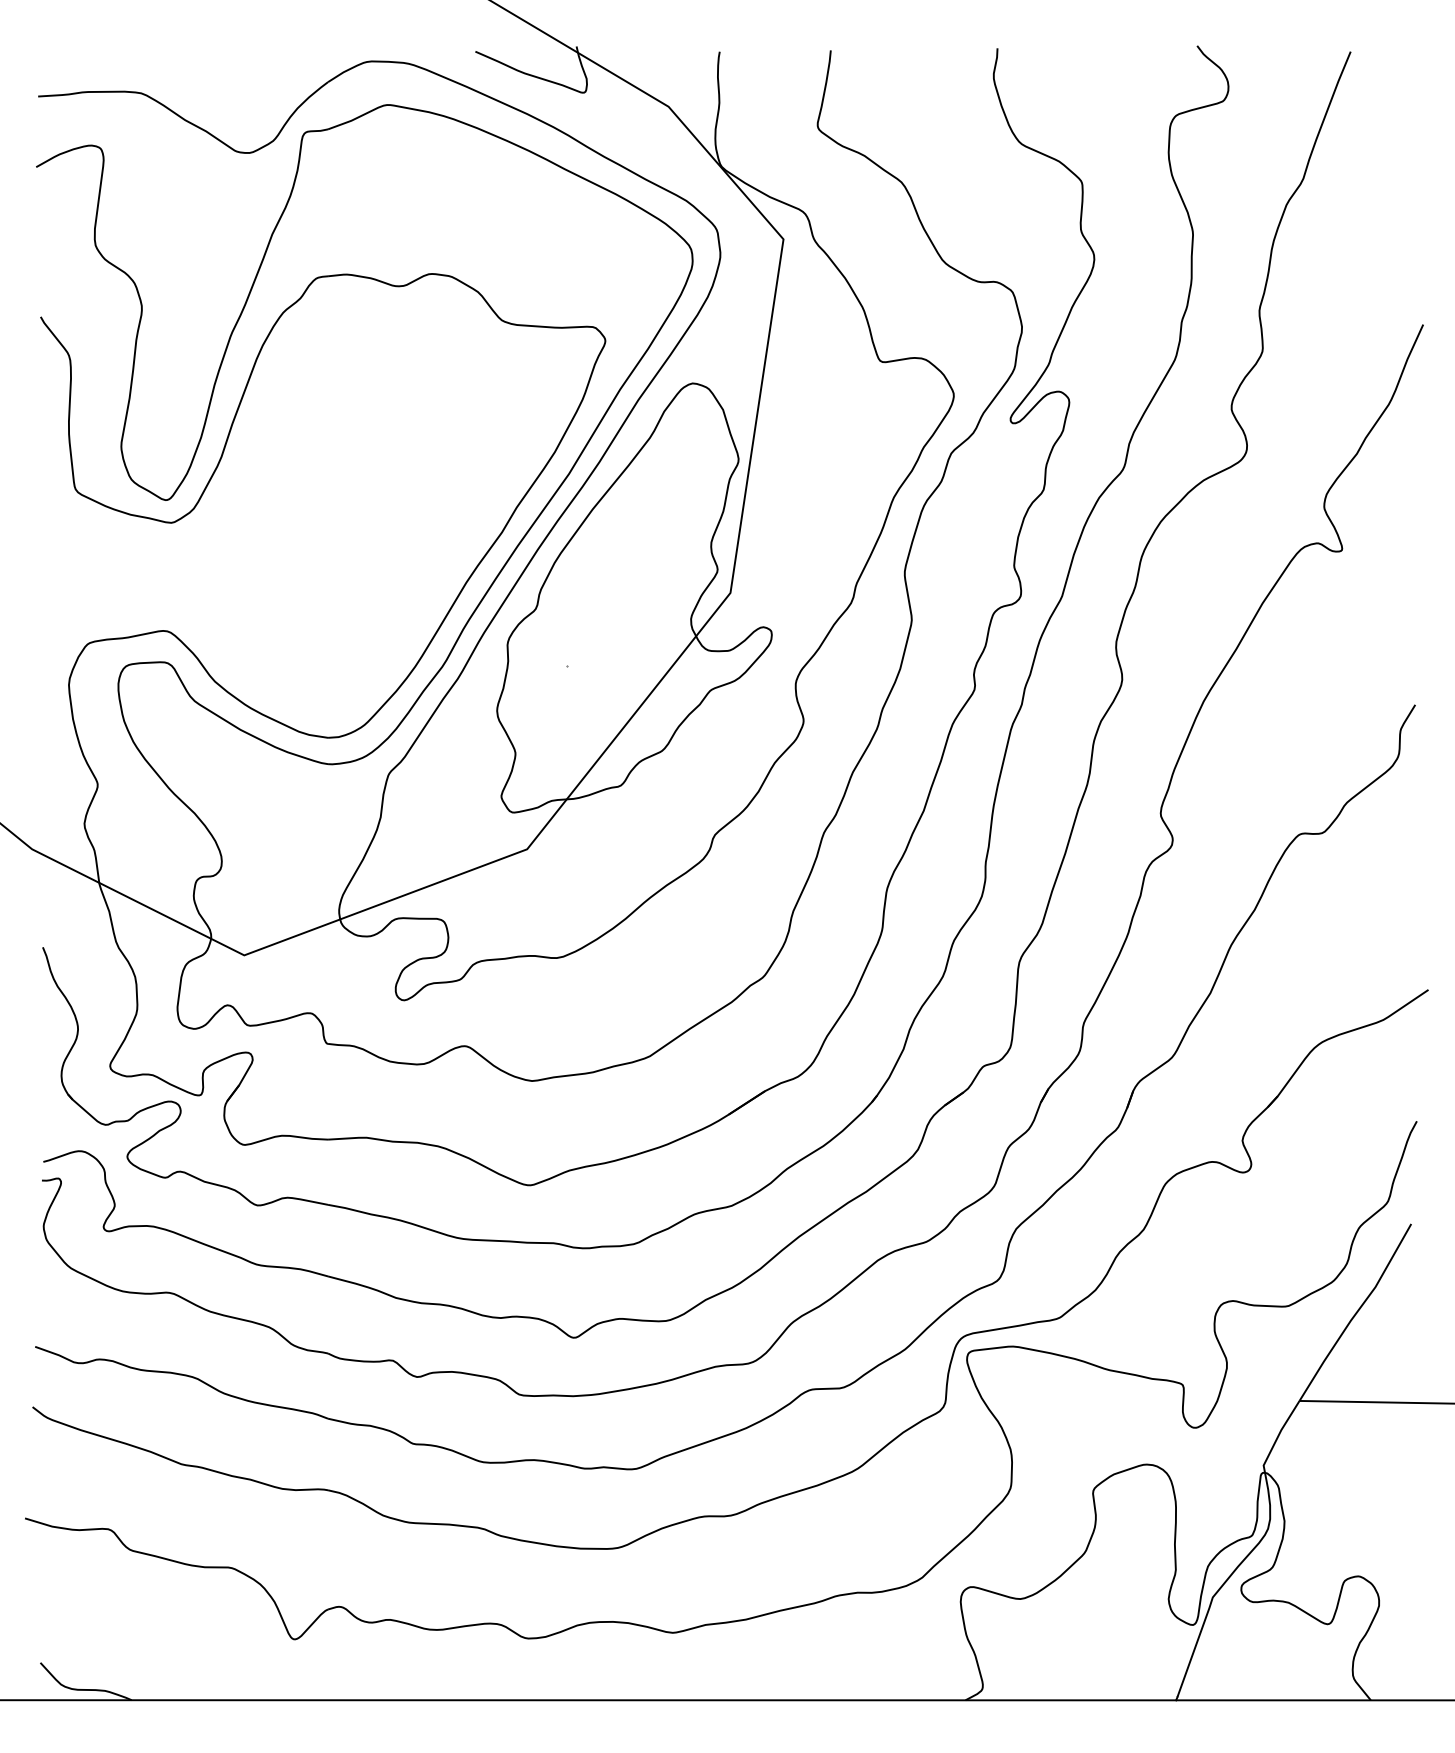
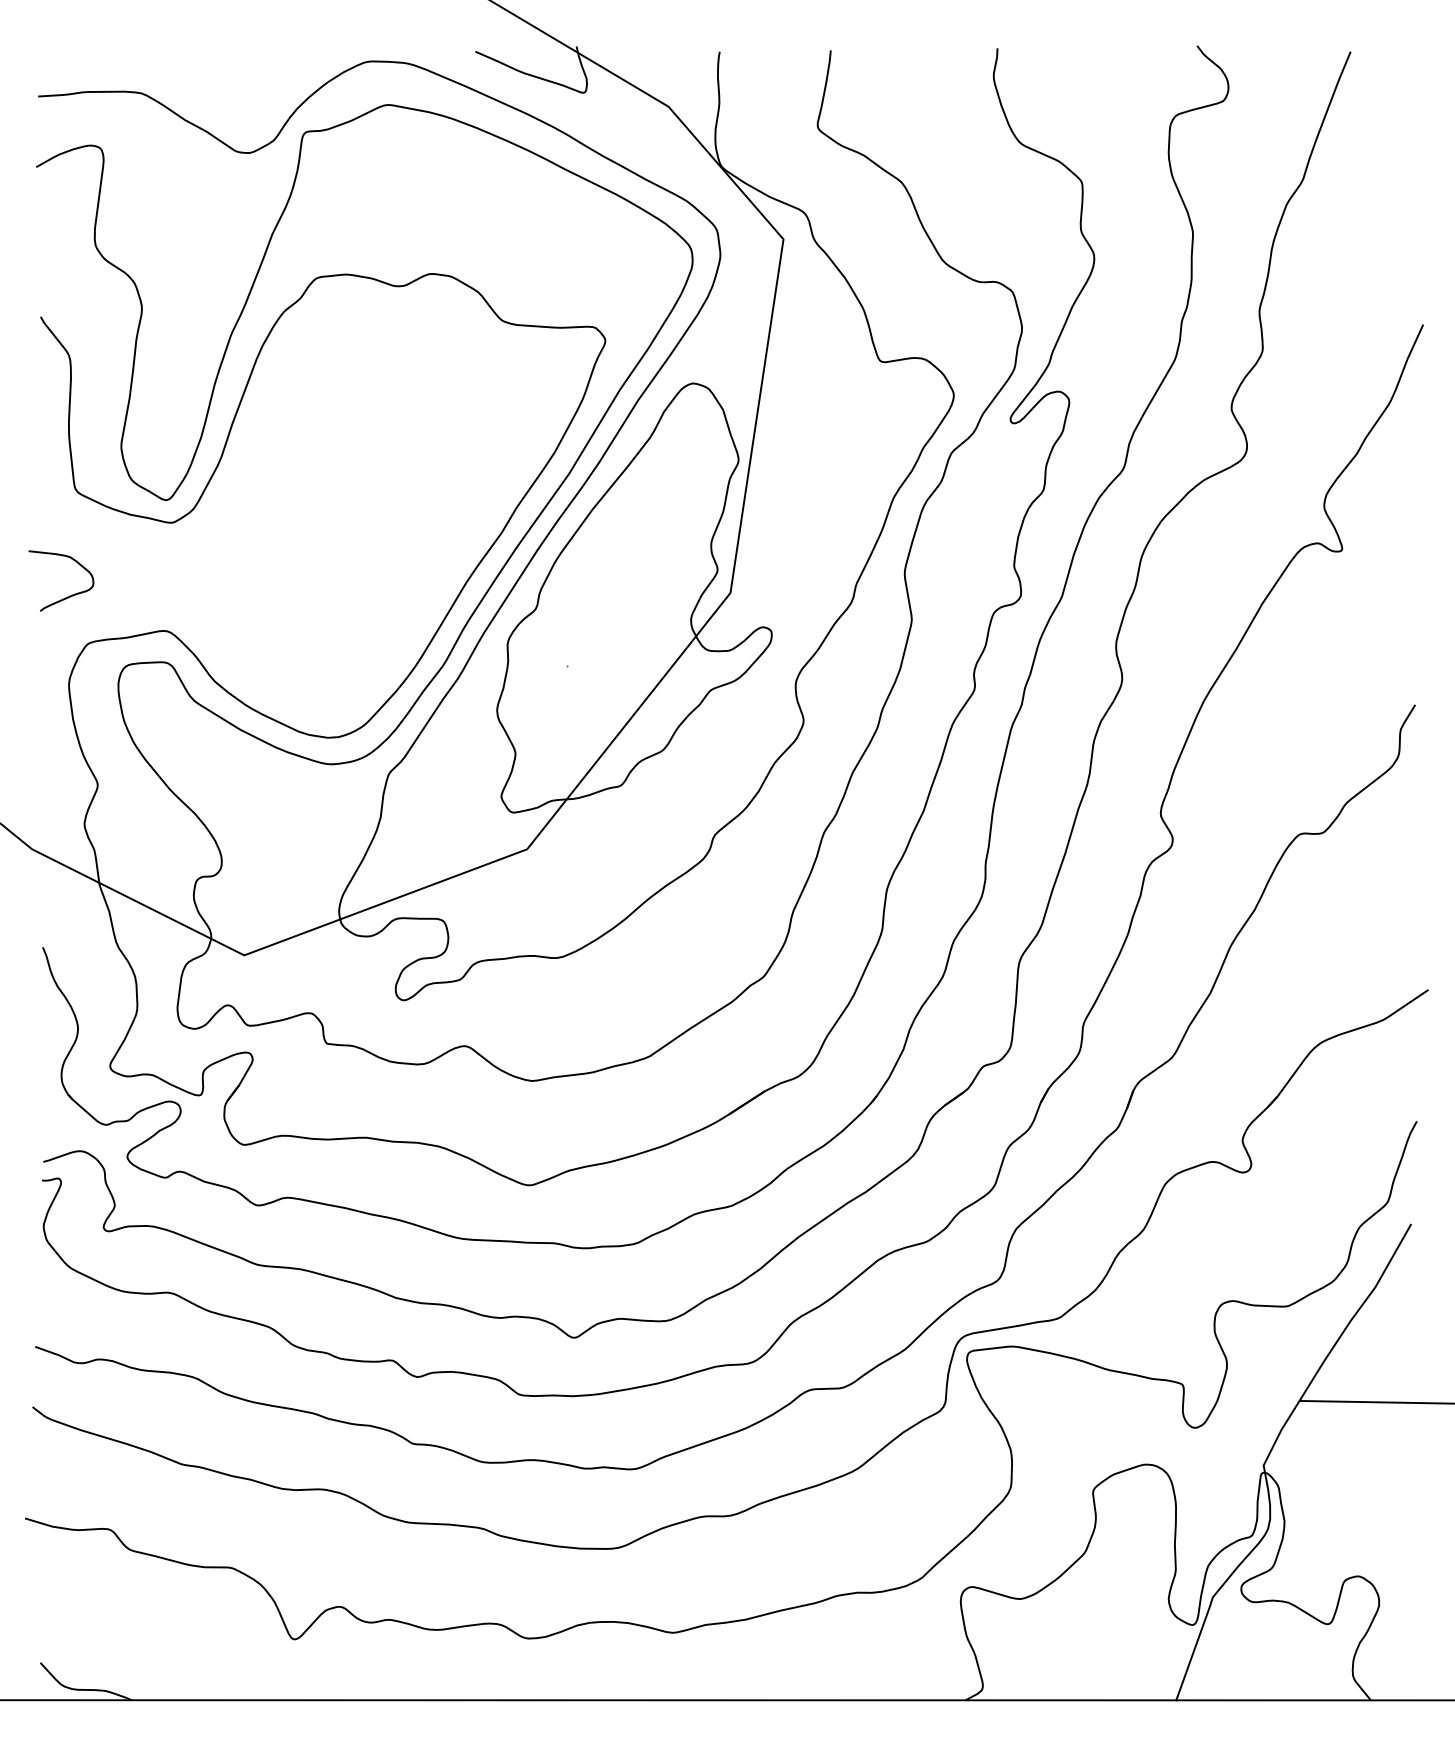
curve at (69, 595): none -> present
